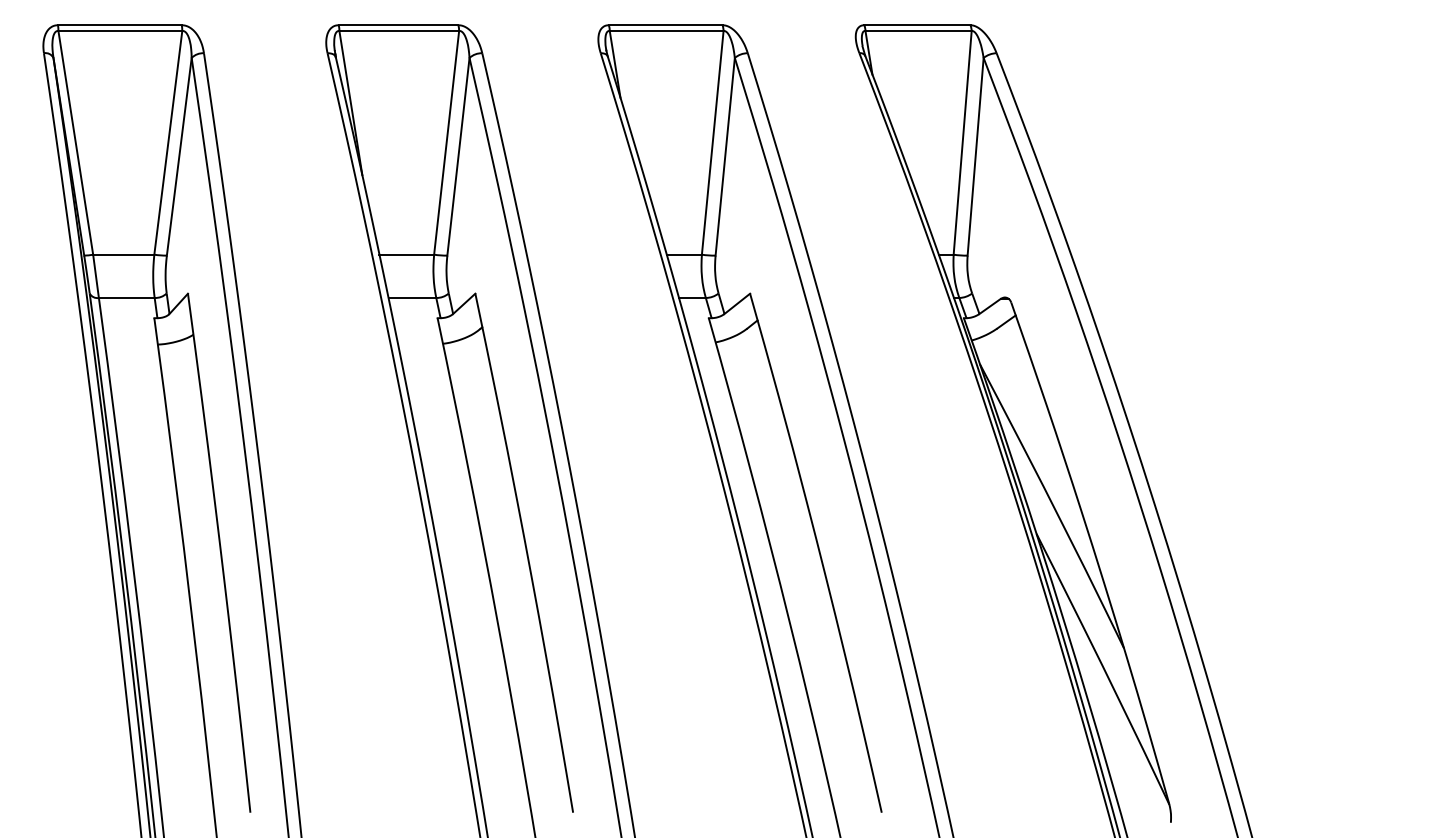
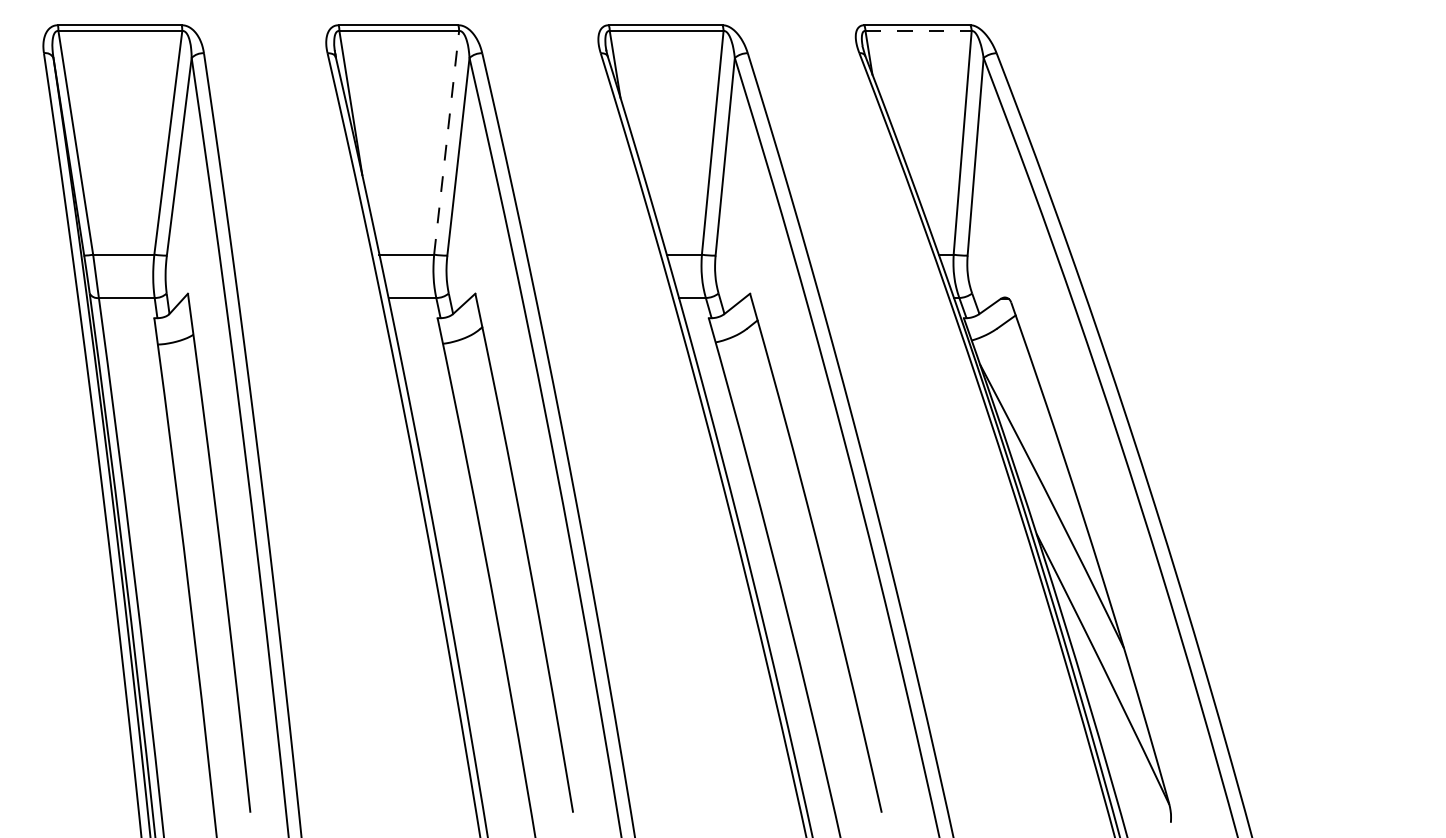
line at (919, 31): solid -> dashed
line at (446, 142): solid -> dashed
